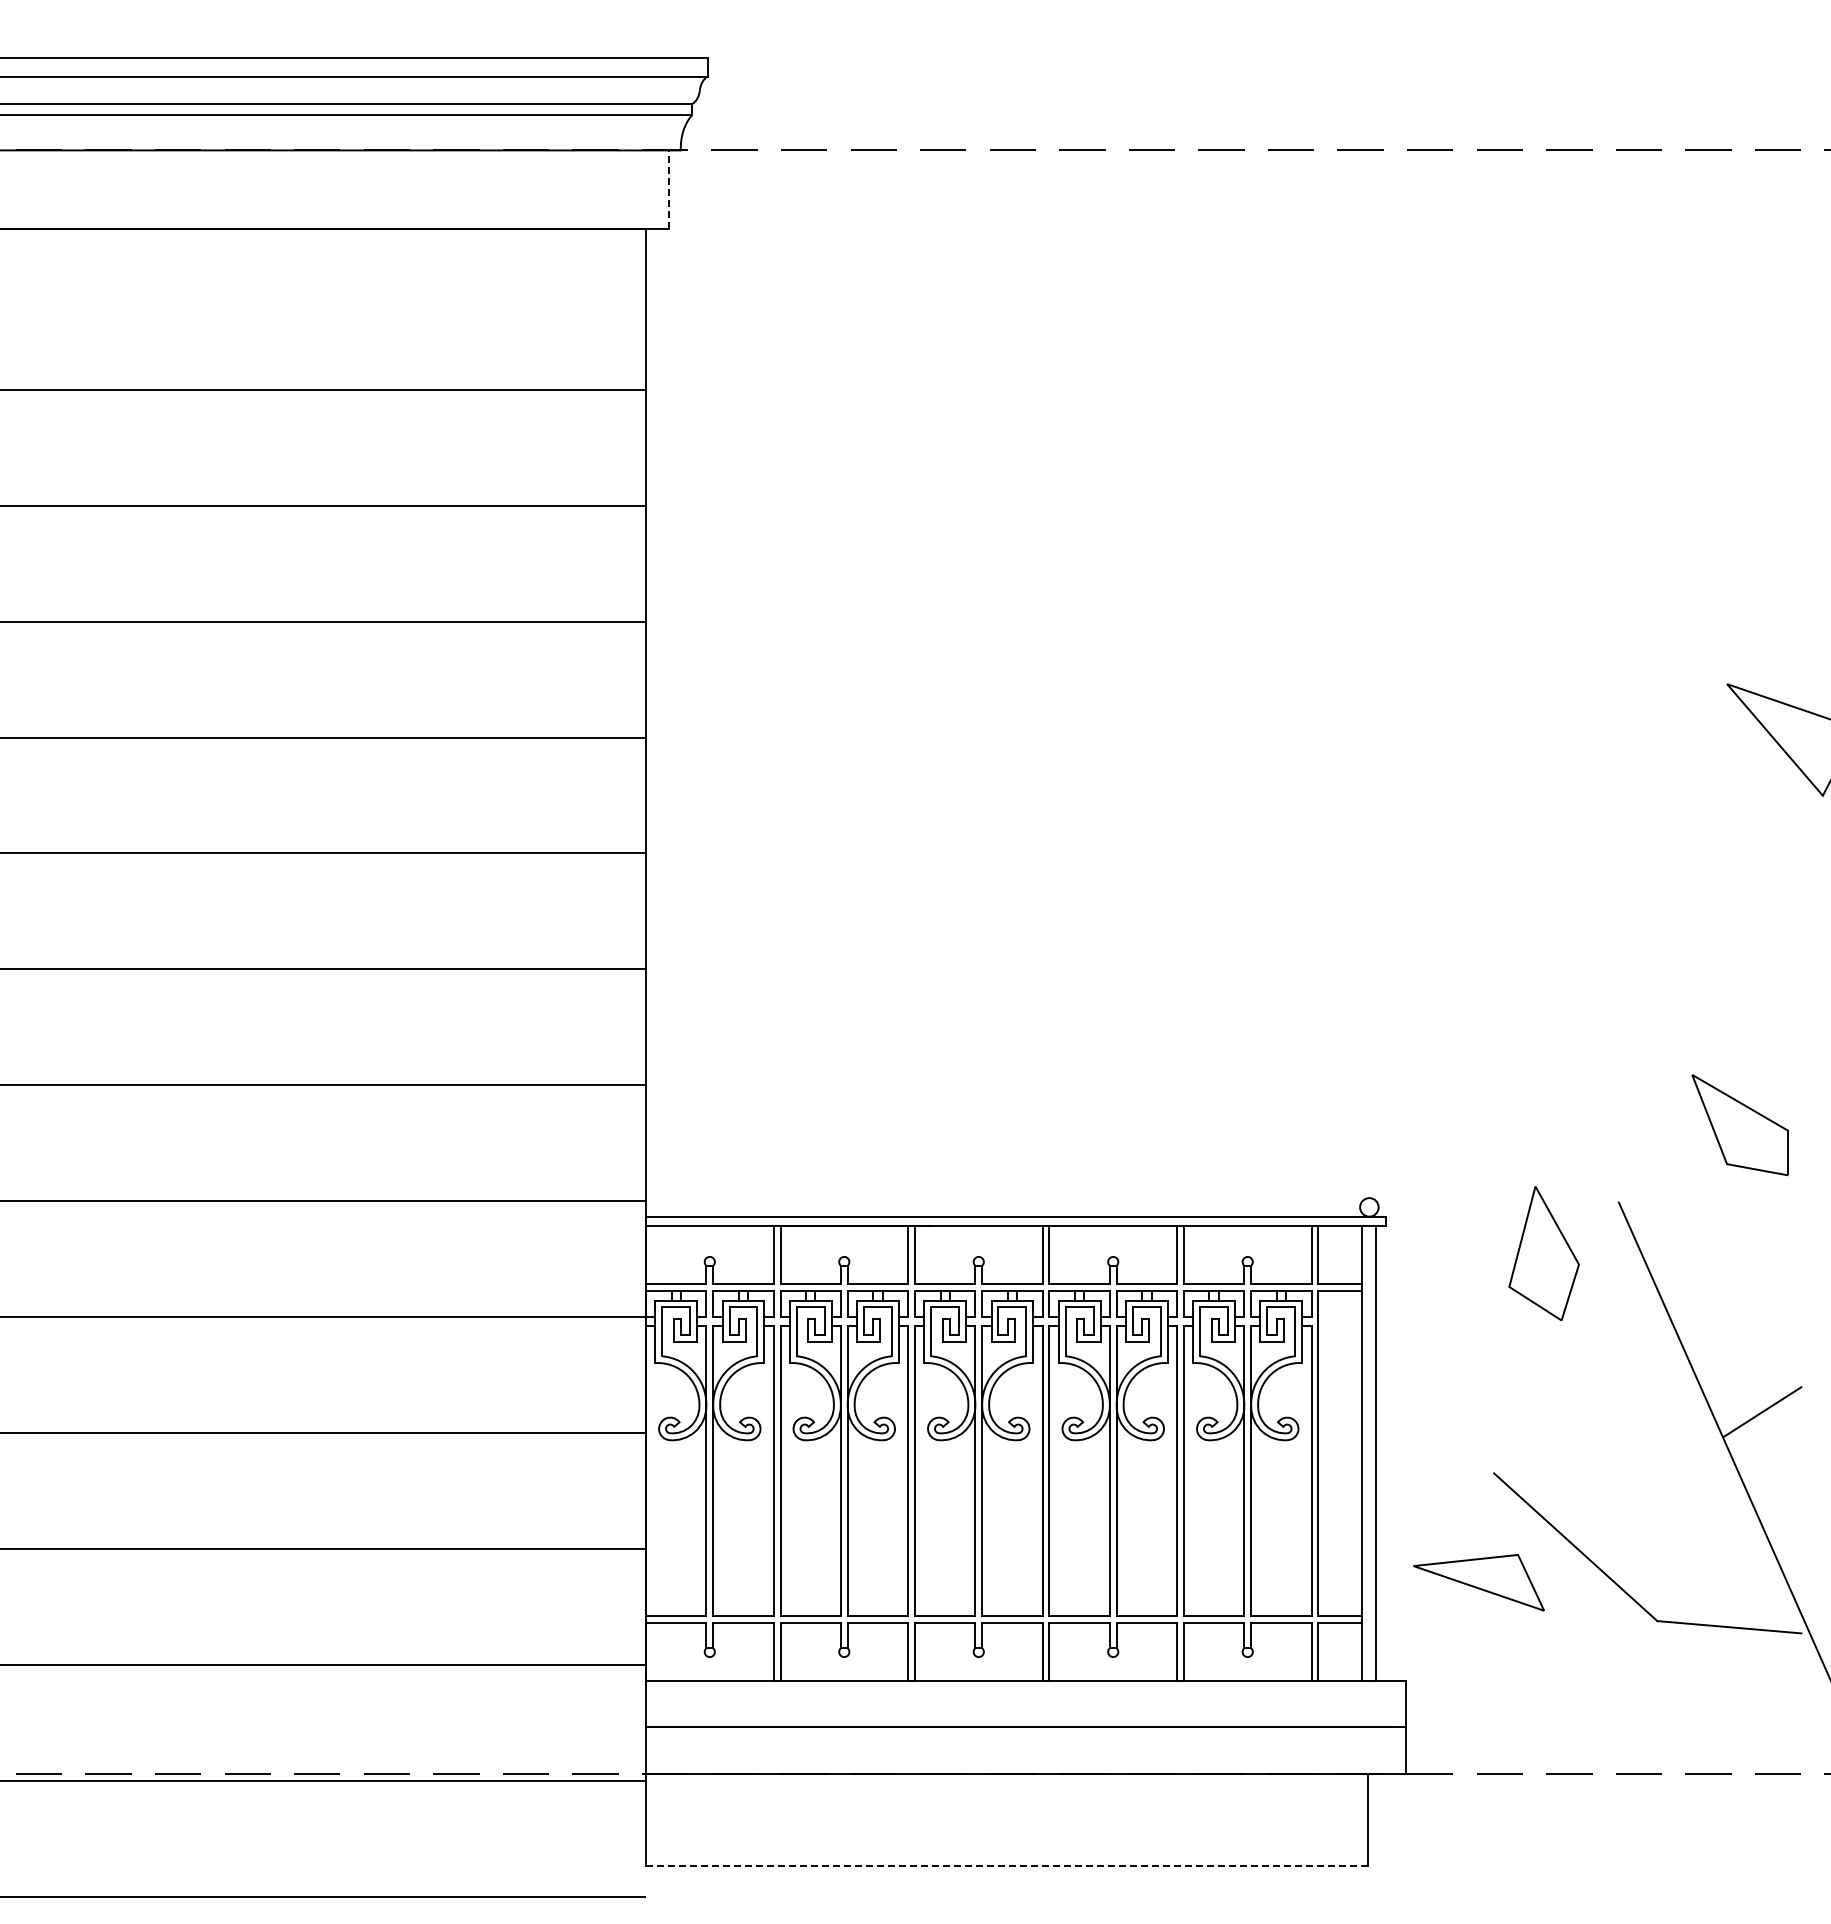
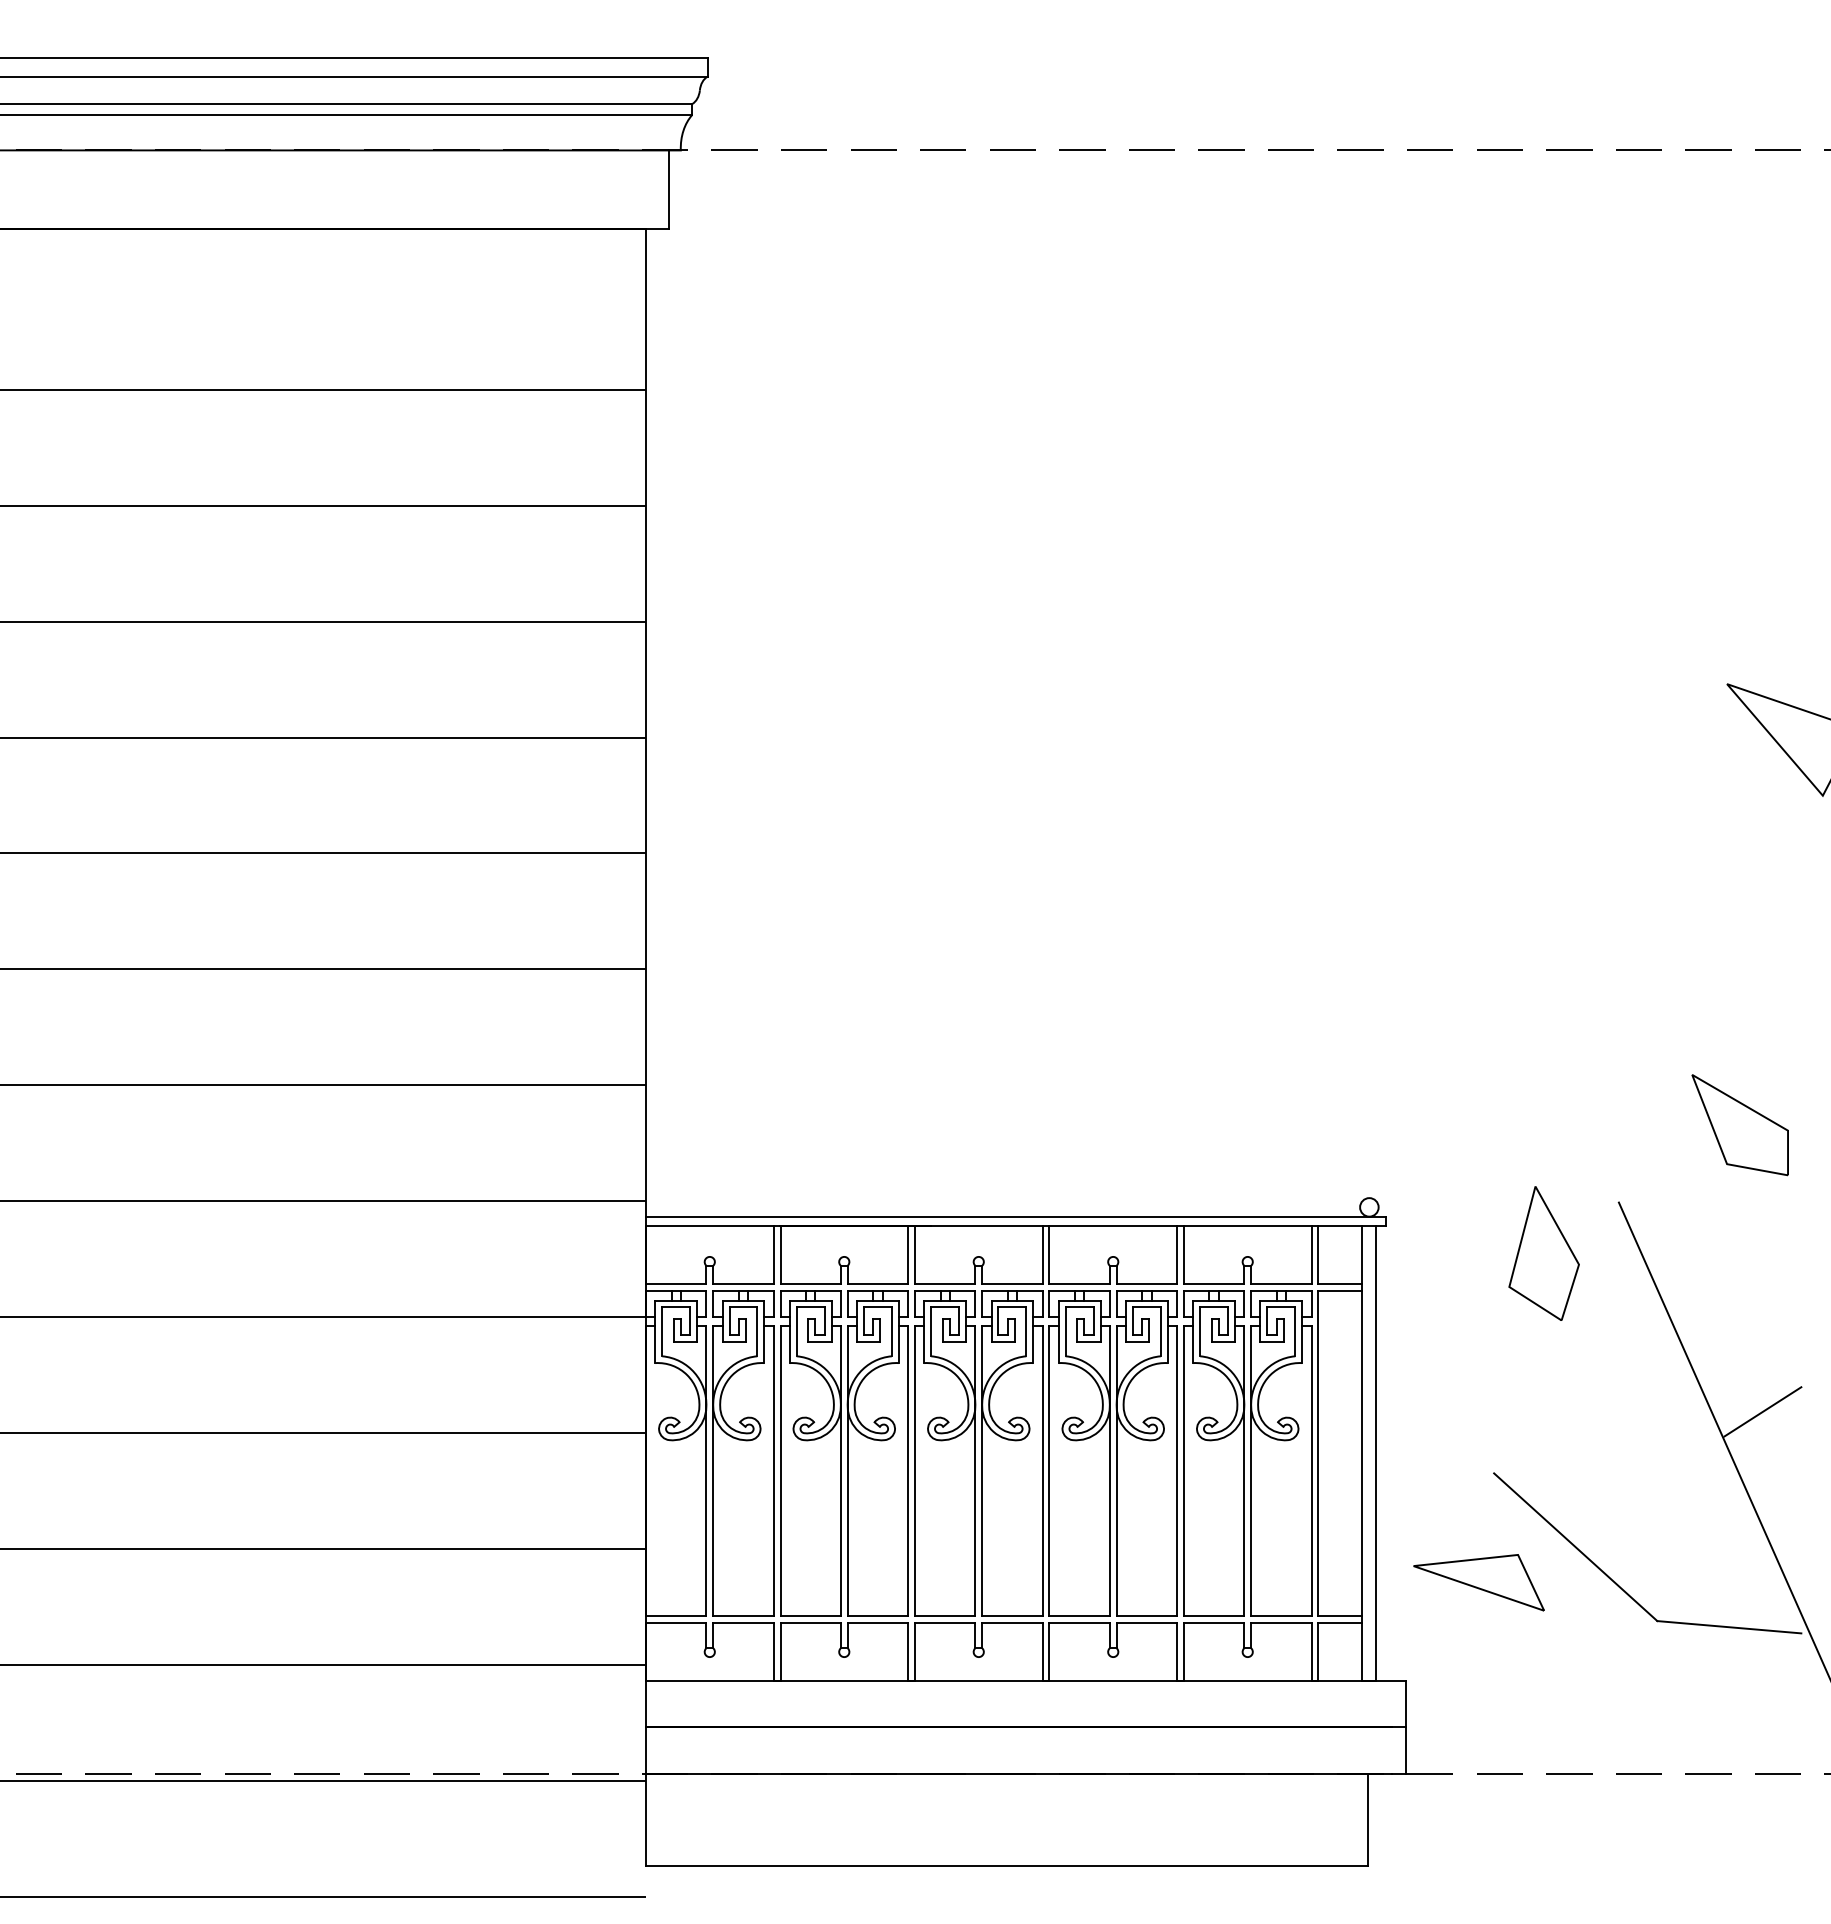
line at (669, 189): dashed -> solid
line at (1006, 1866): dashed -> solid
